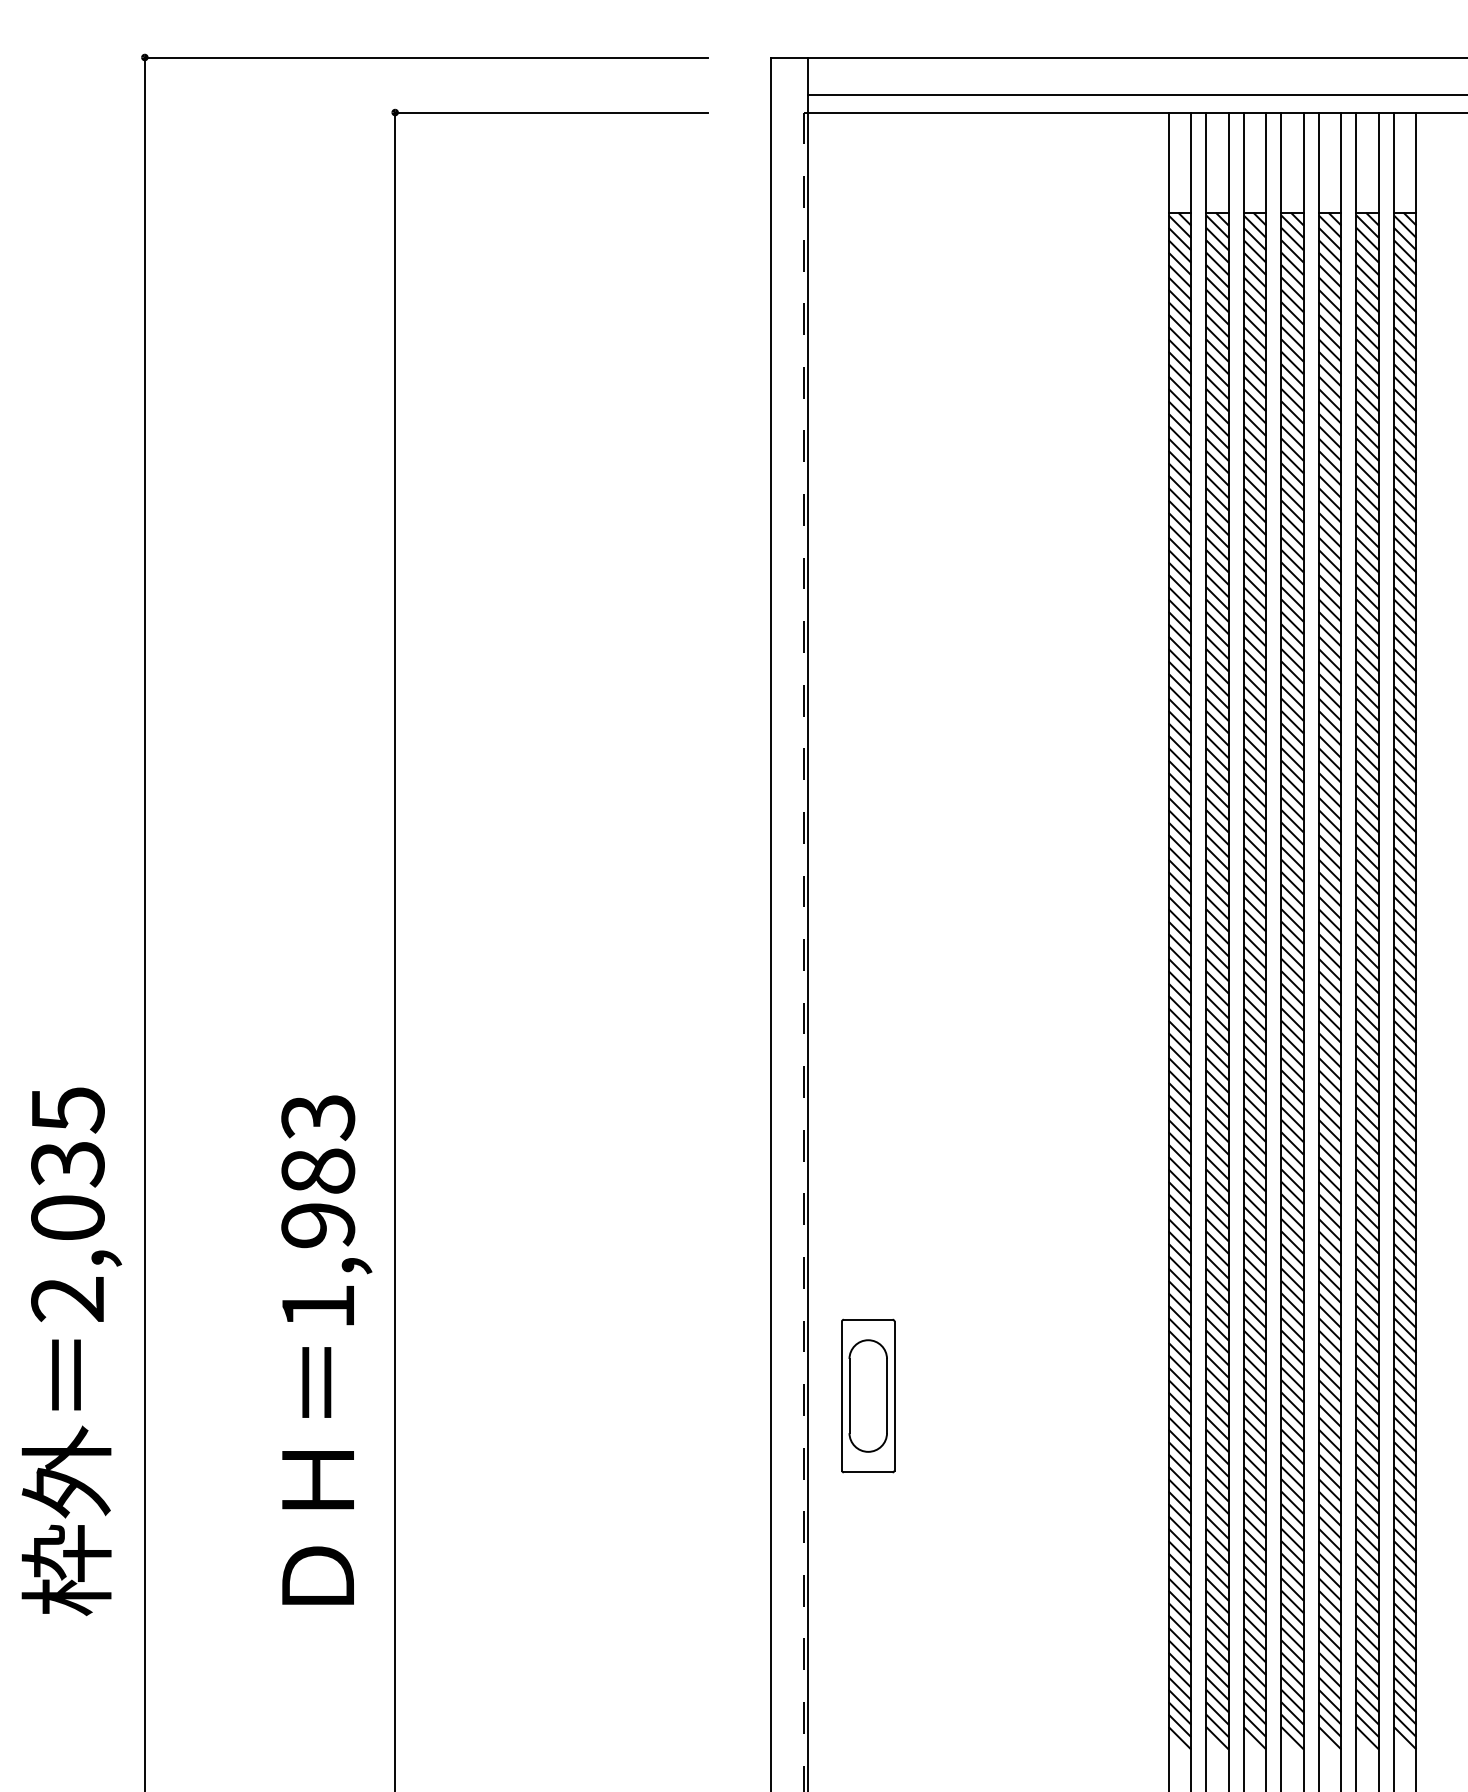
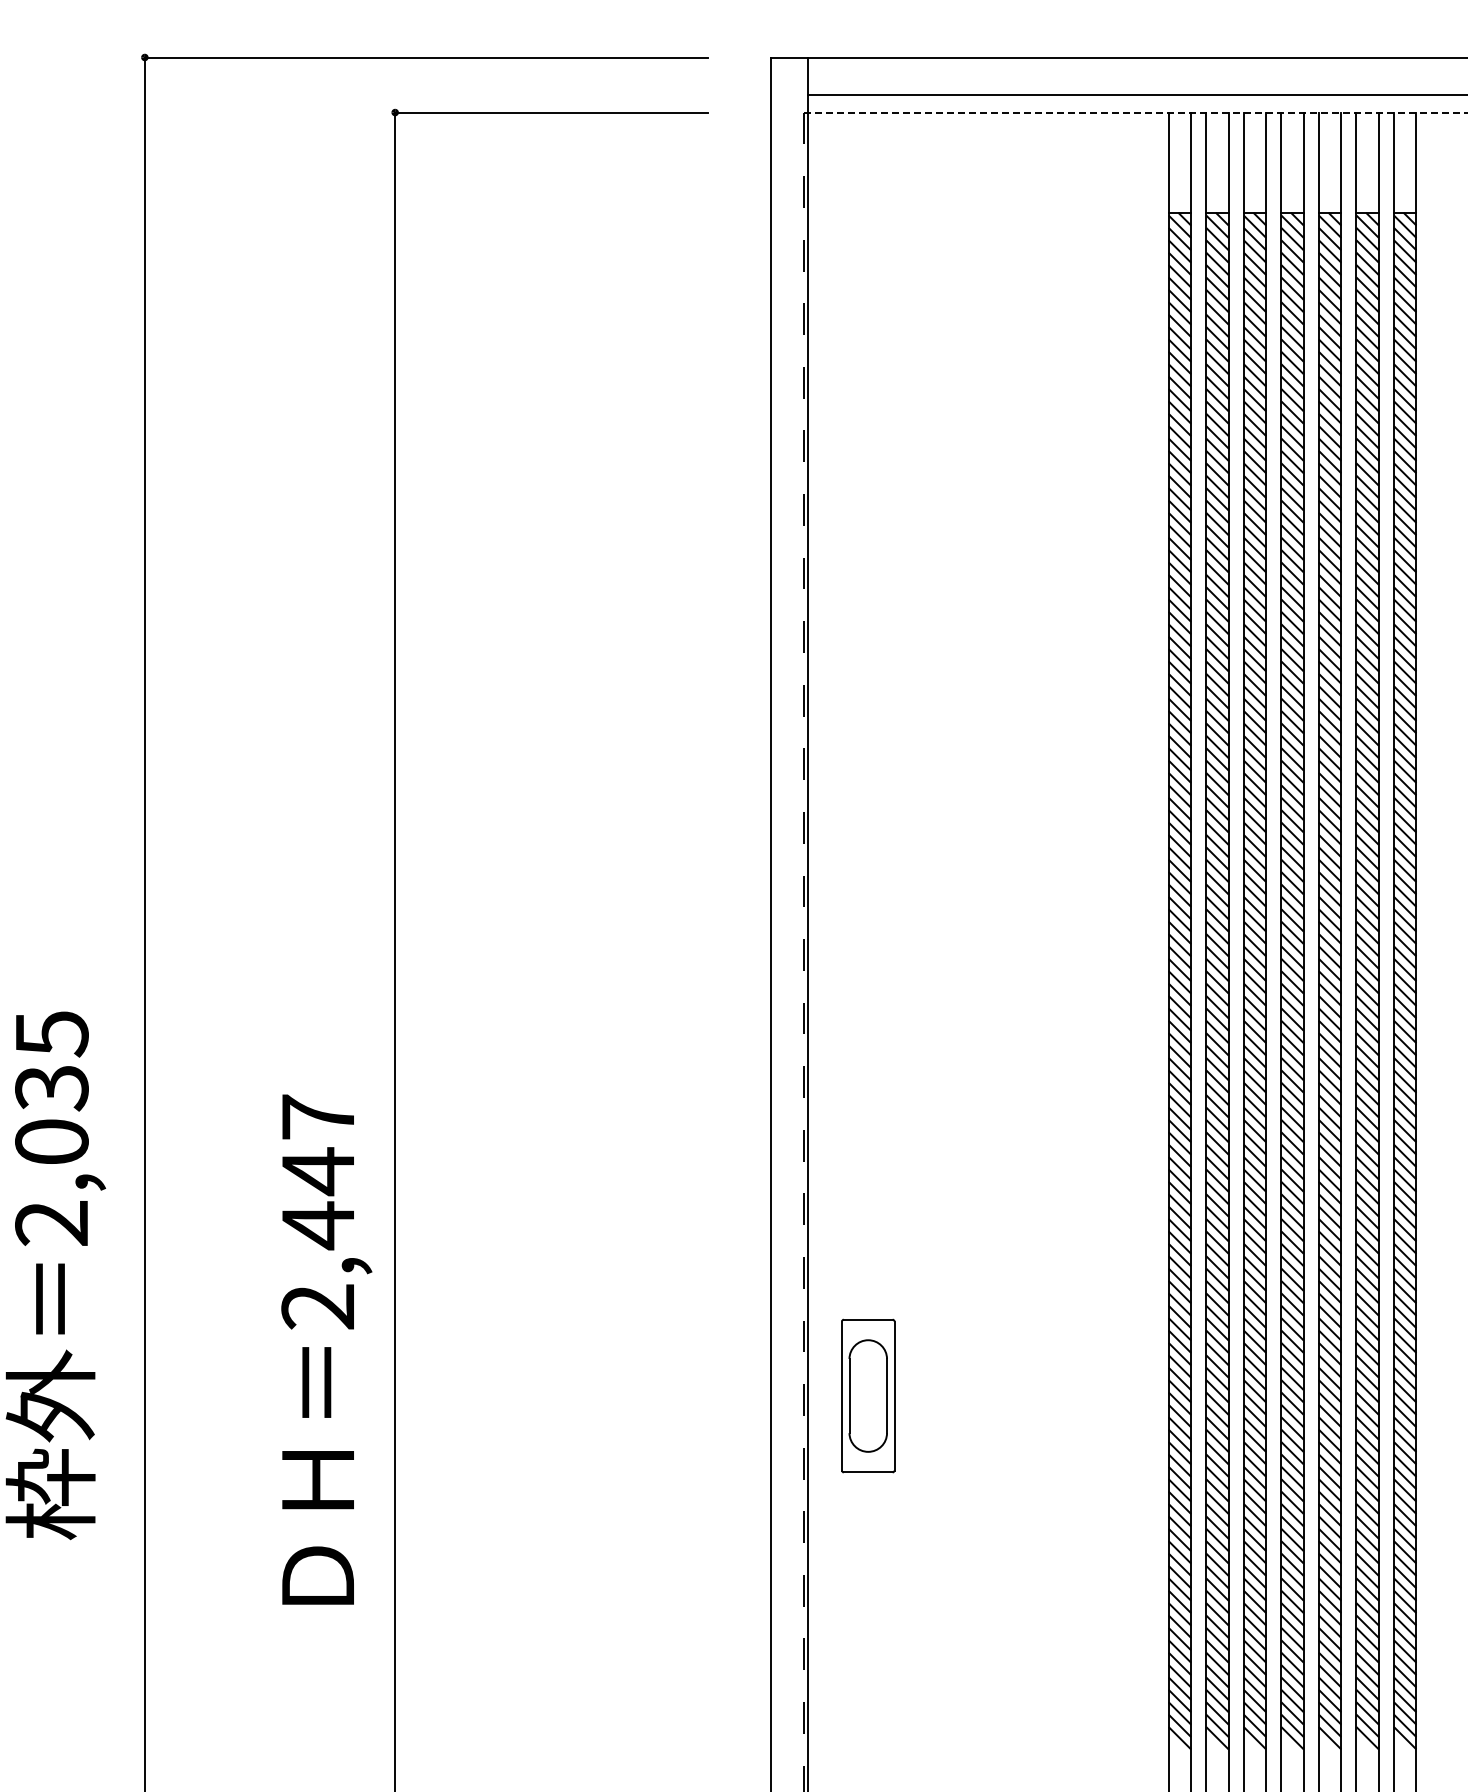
line at (1137, 112): solid -> dashed
text at (318, 1211): 1,983 -> 2,447
text at (71, 1351) position: (71, 1351) -> (55, 1275)
